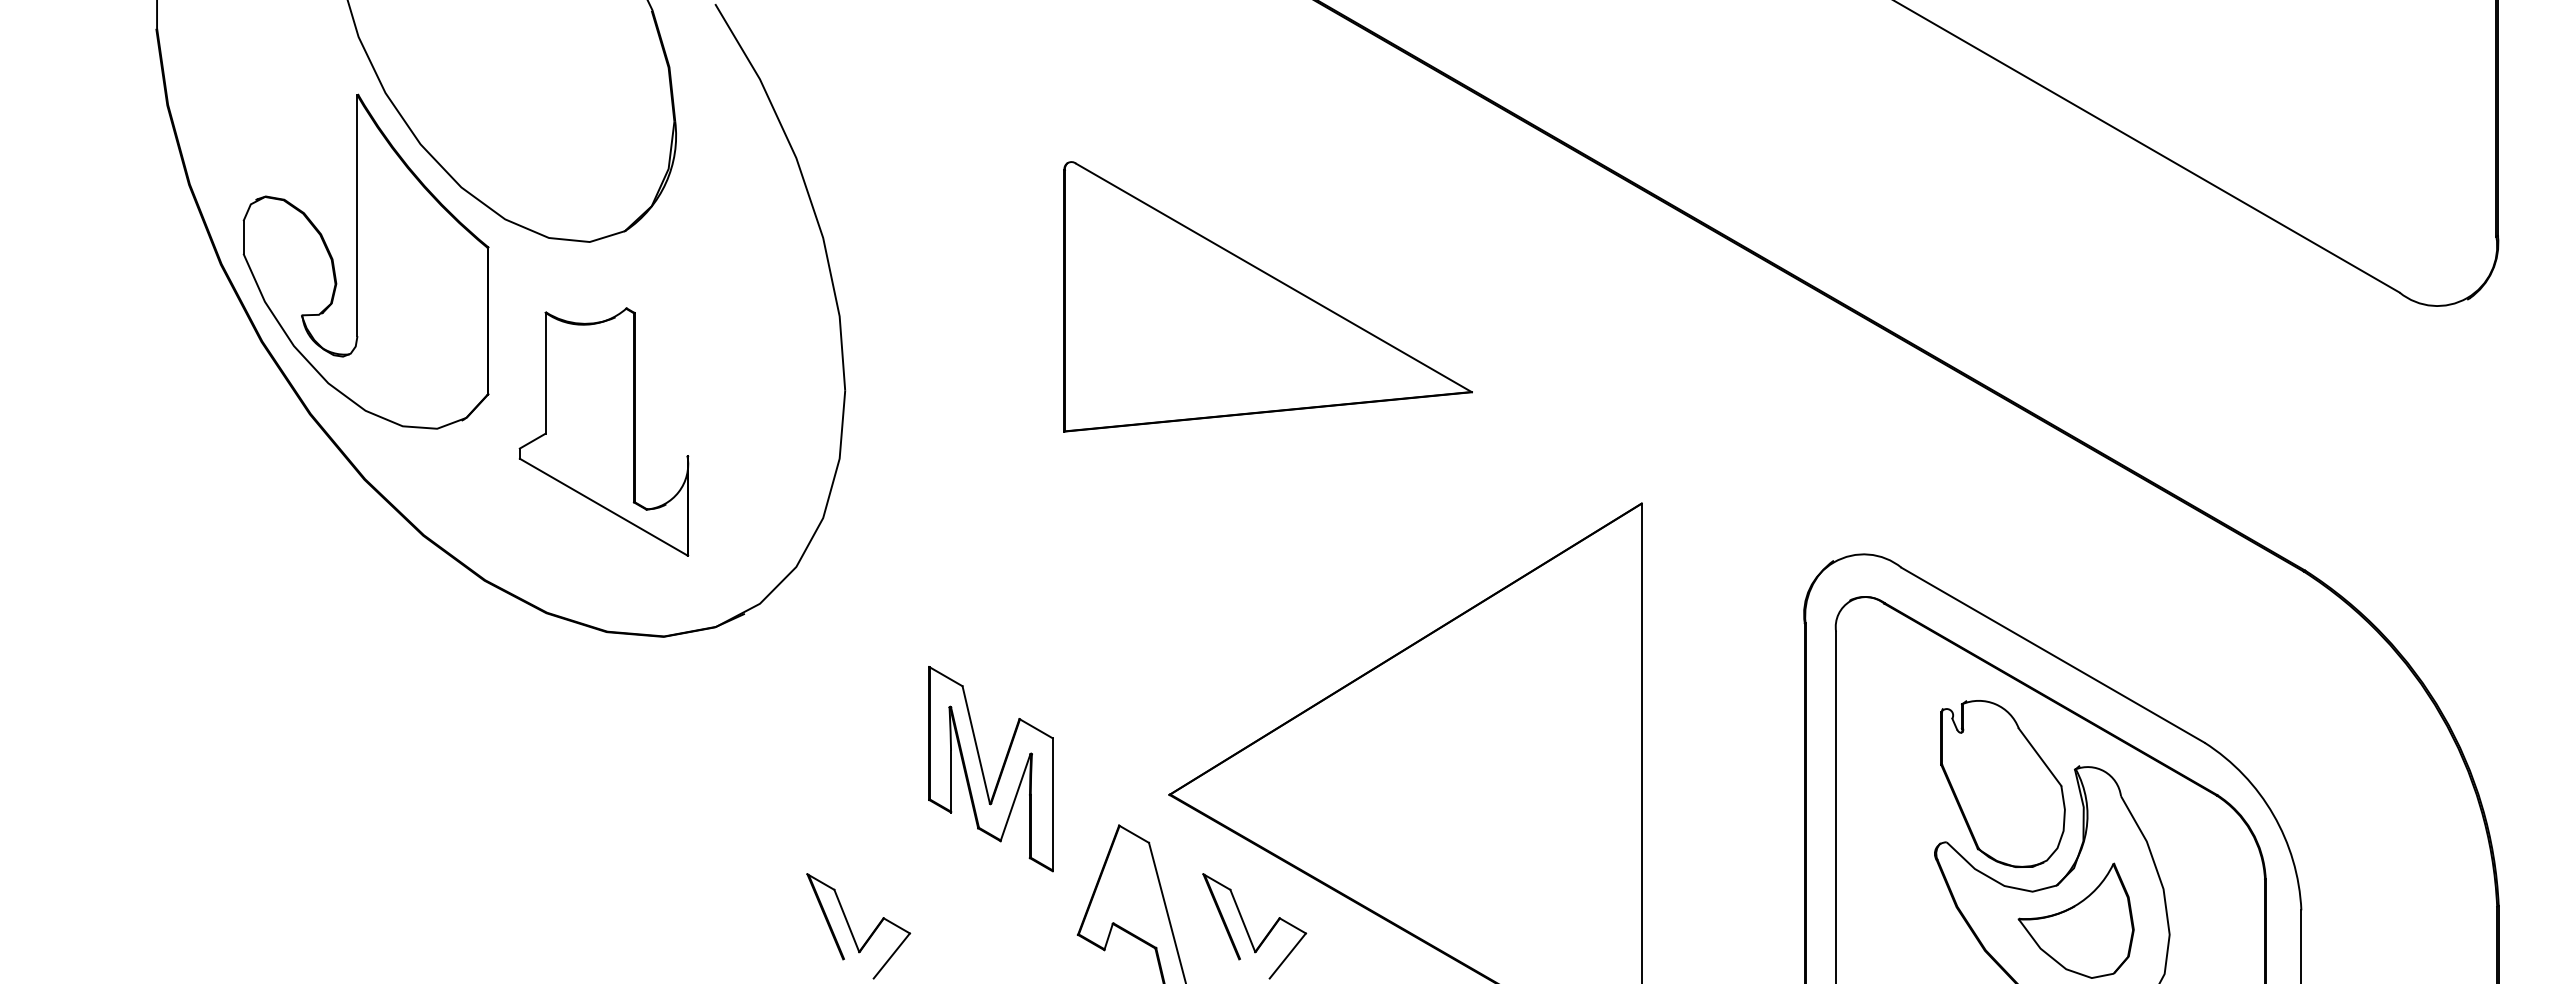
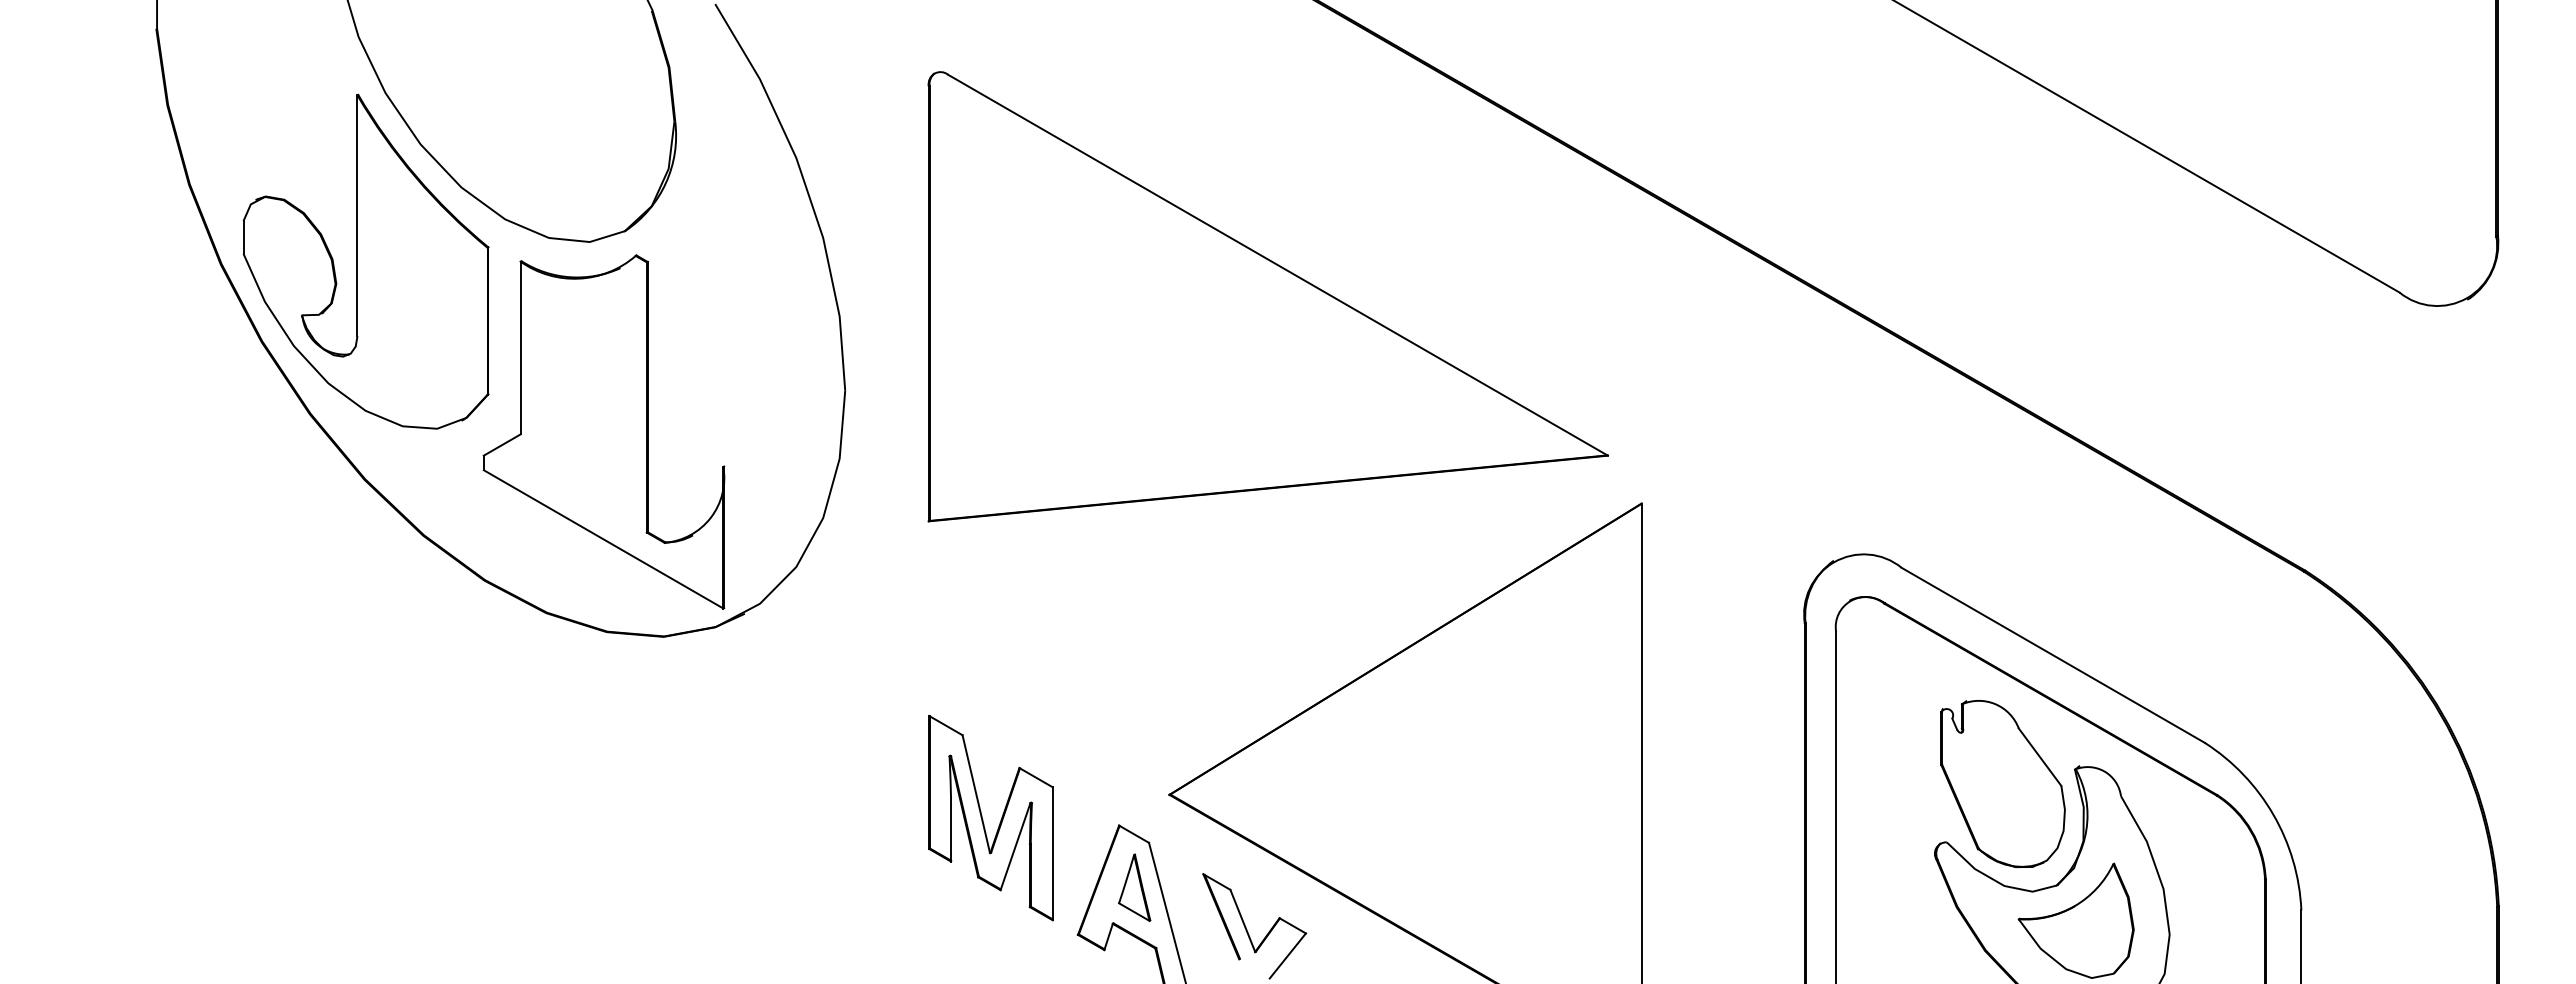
part at (1267, 296) size: 410x272 px -> 682x452 px
part at (603, 431) size: 172x250 px -> 244x356 px
part at (983, 770) position: (983, 770) -> (983, 819)
part at (1134, 887): none -> present
part at (851, 929): present -> none
